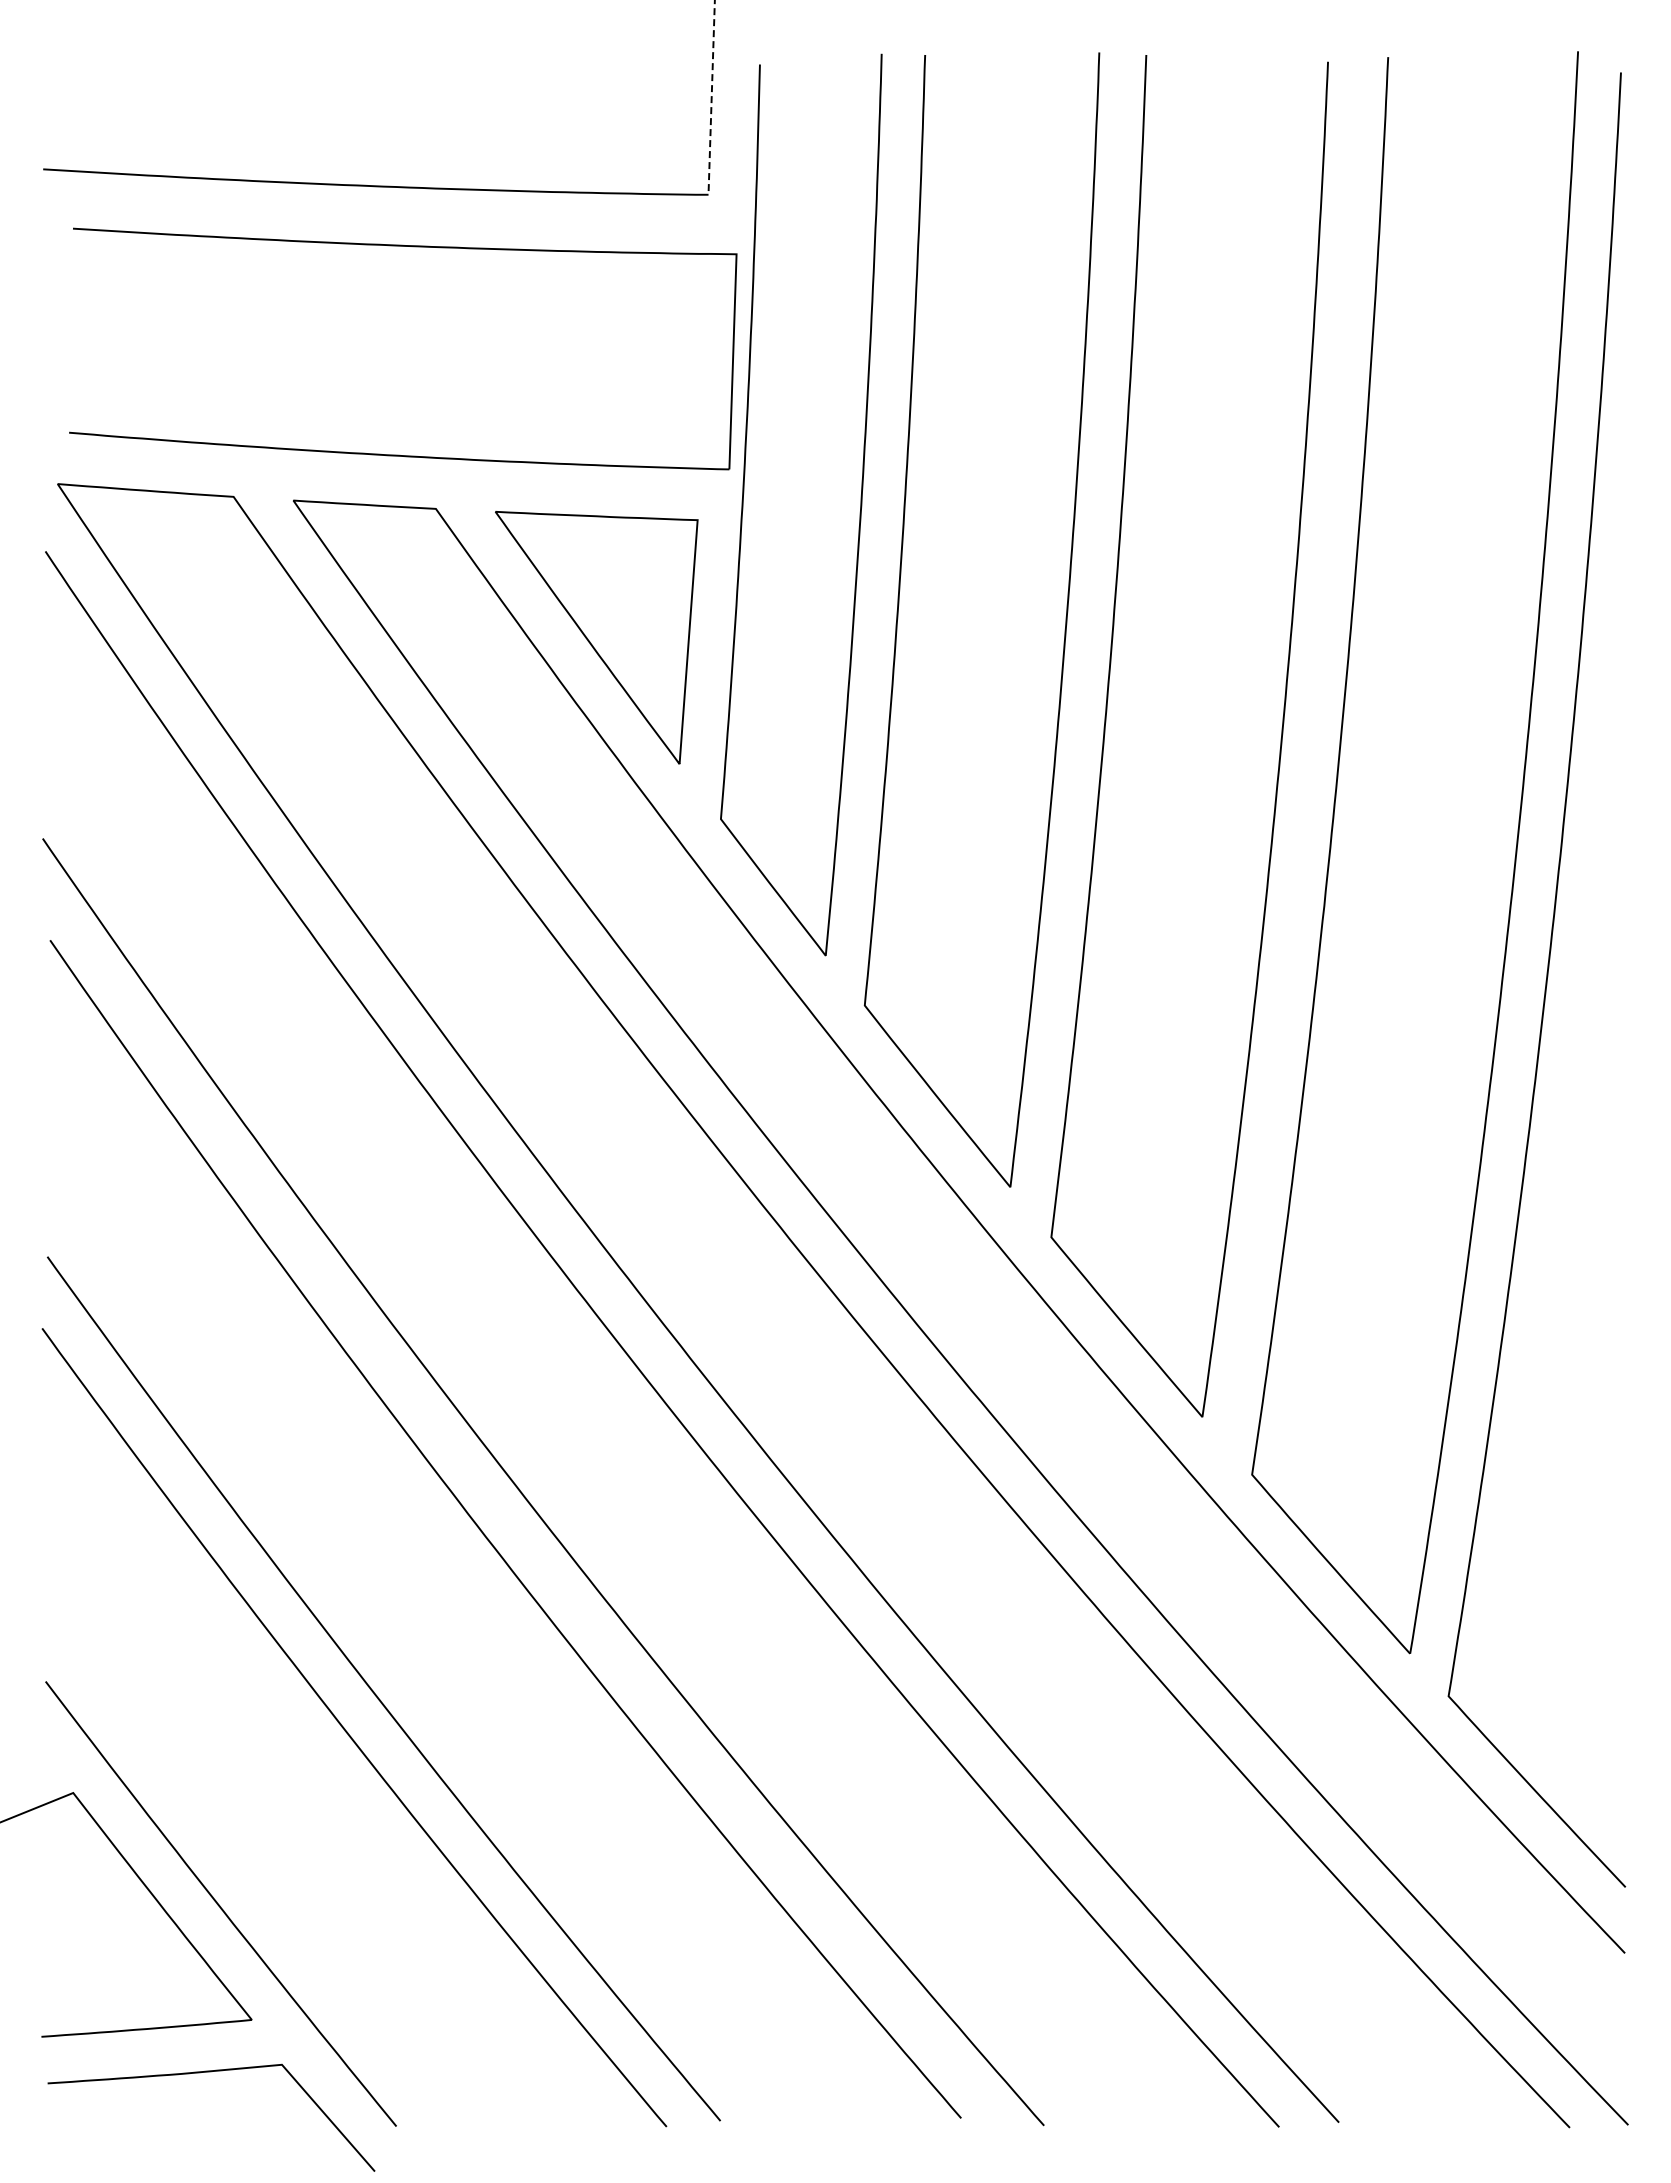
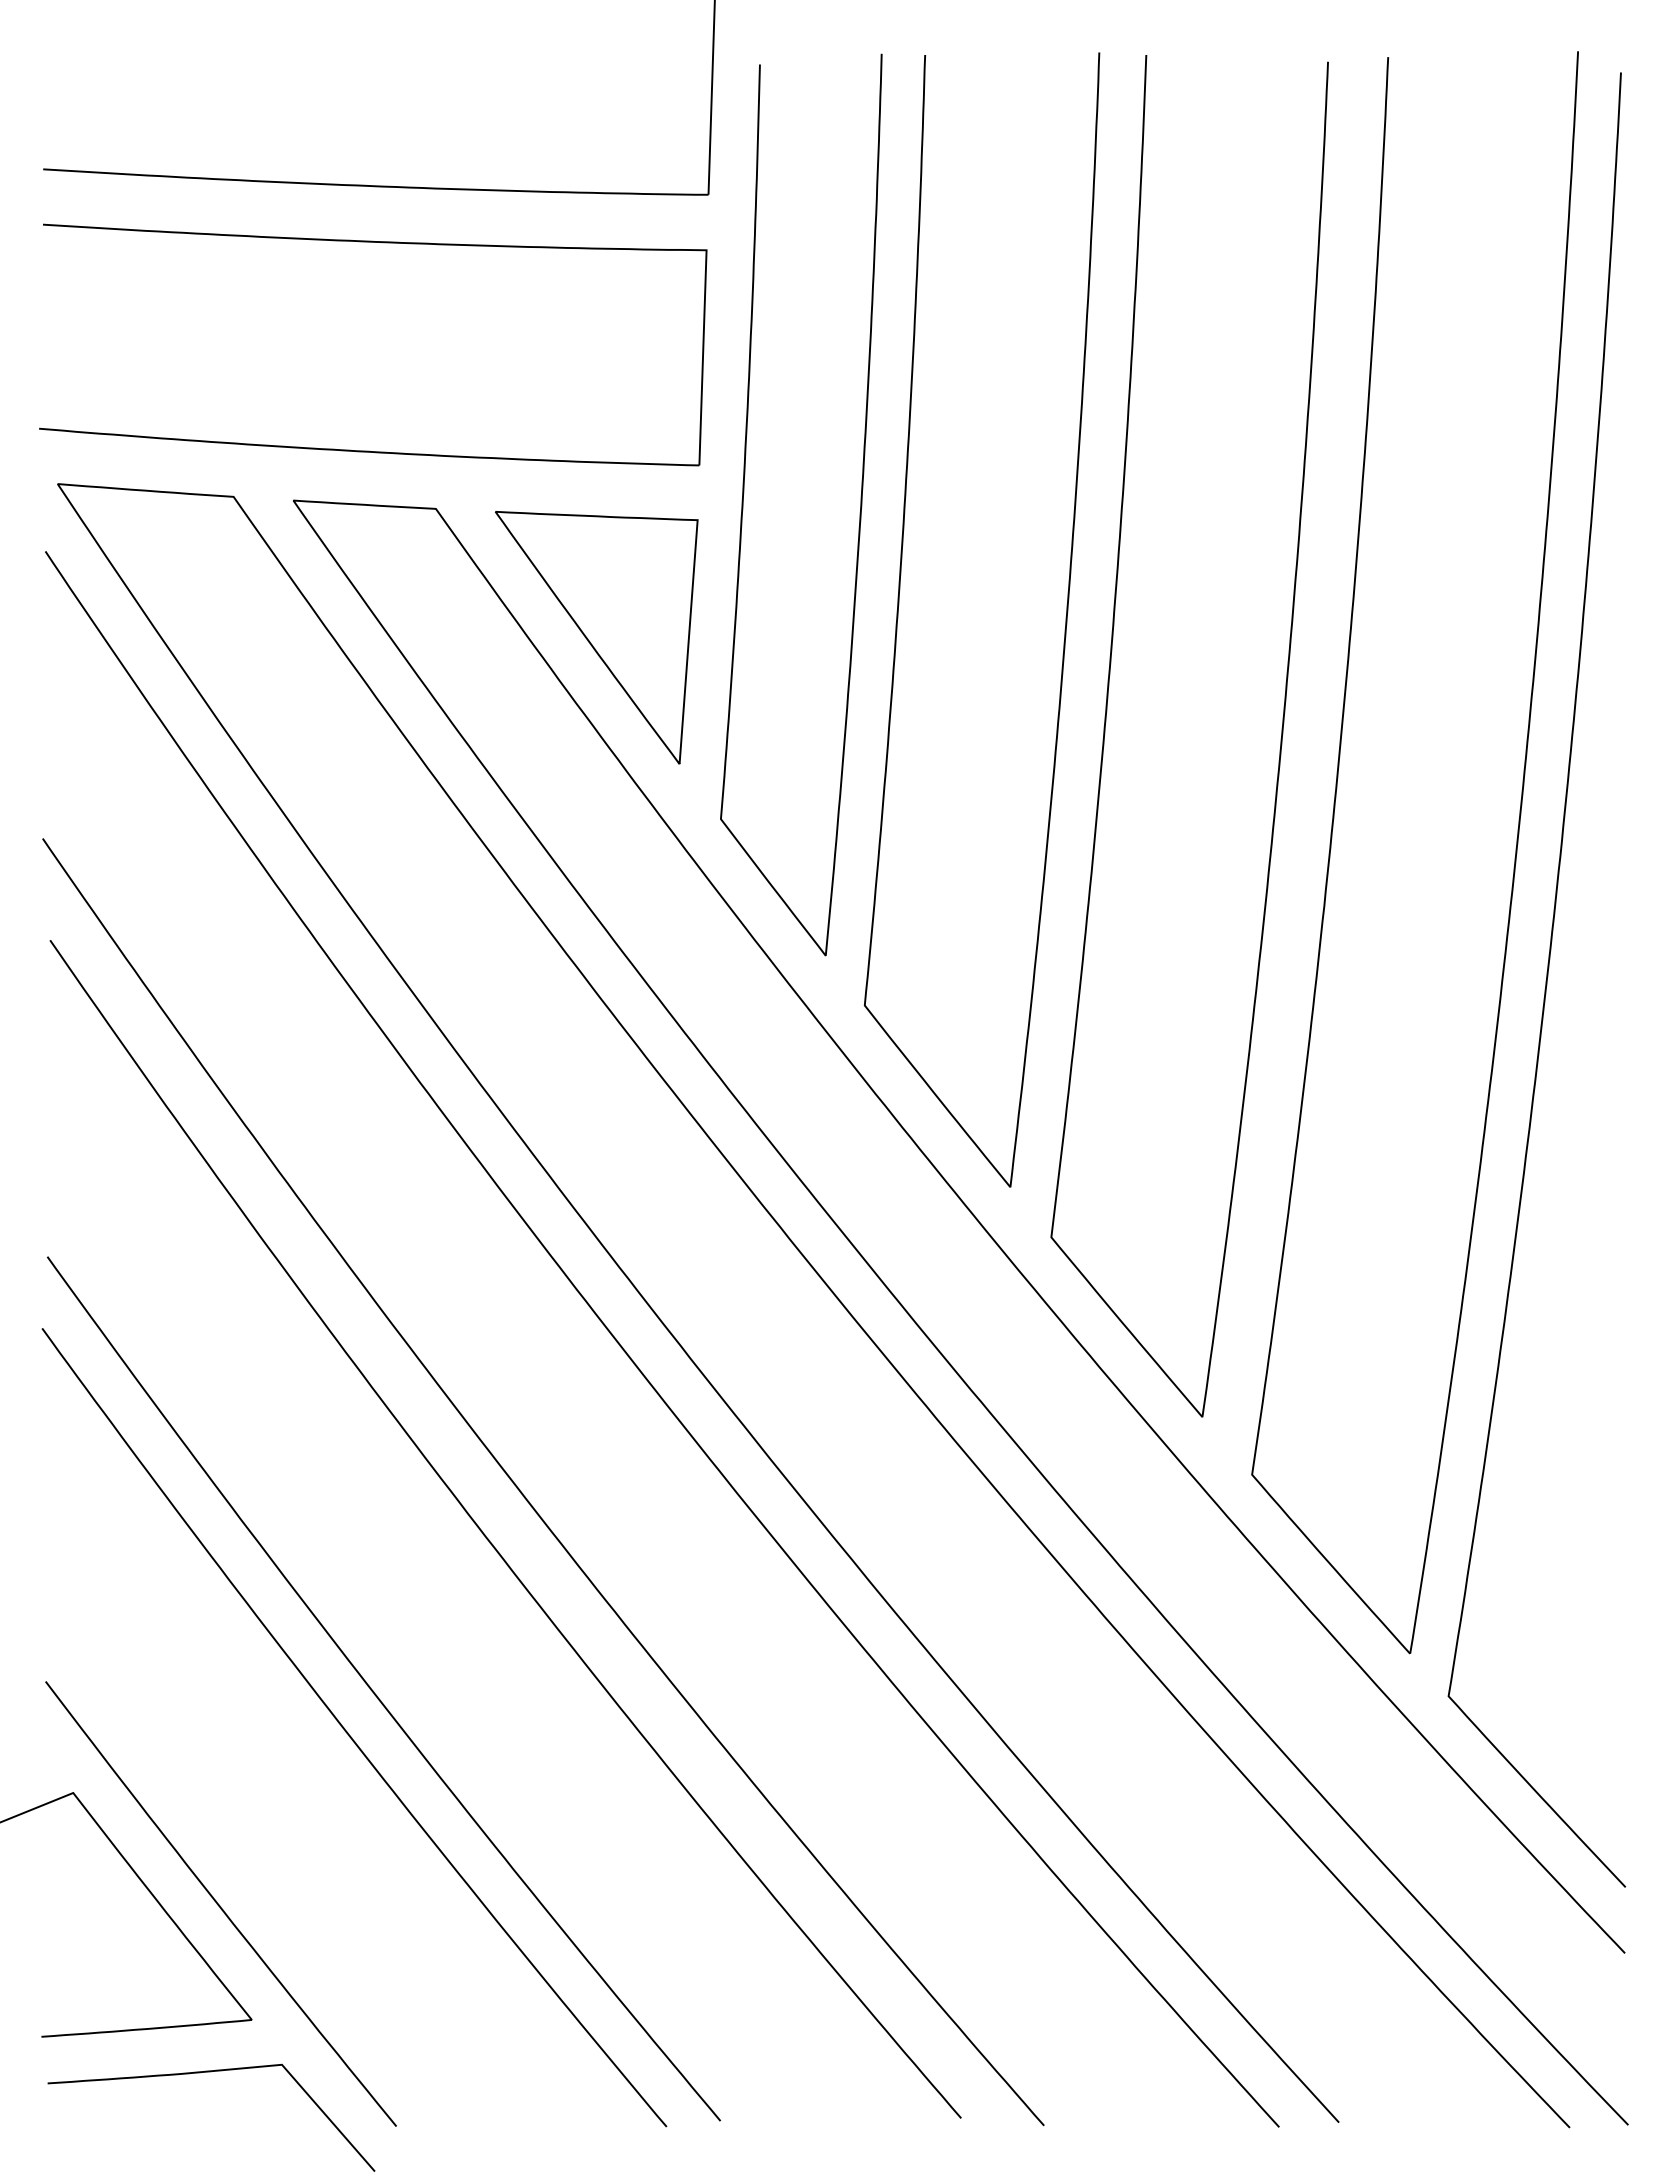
line at (711, 97): dashed -> solid
part at (413, 247) position: (413, 247) -> (383, 243)
